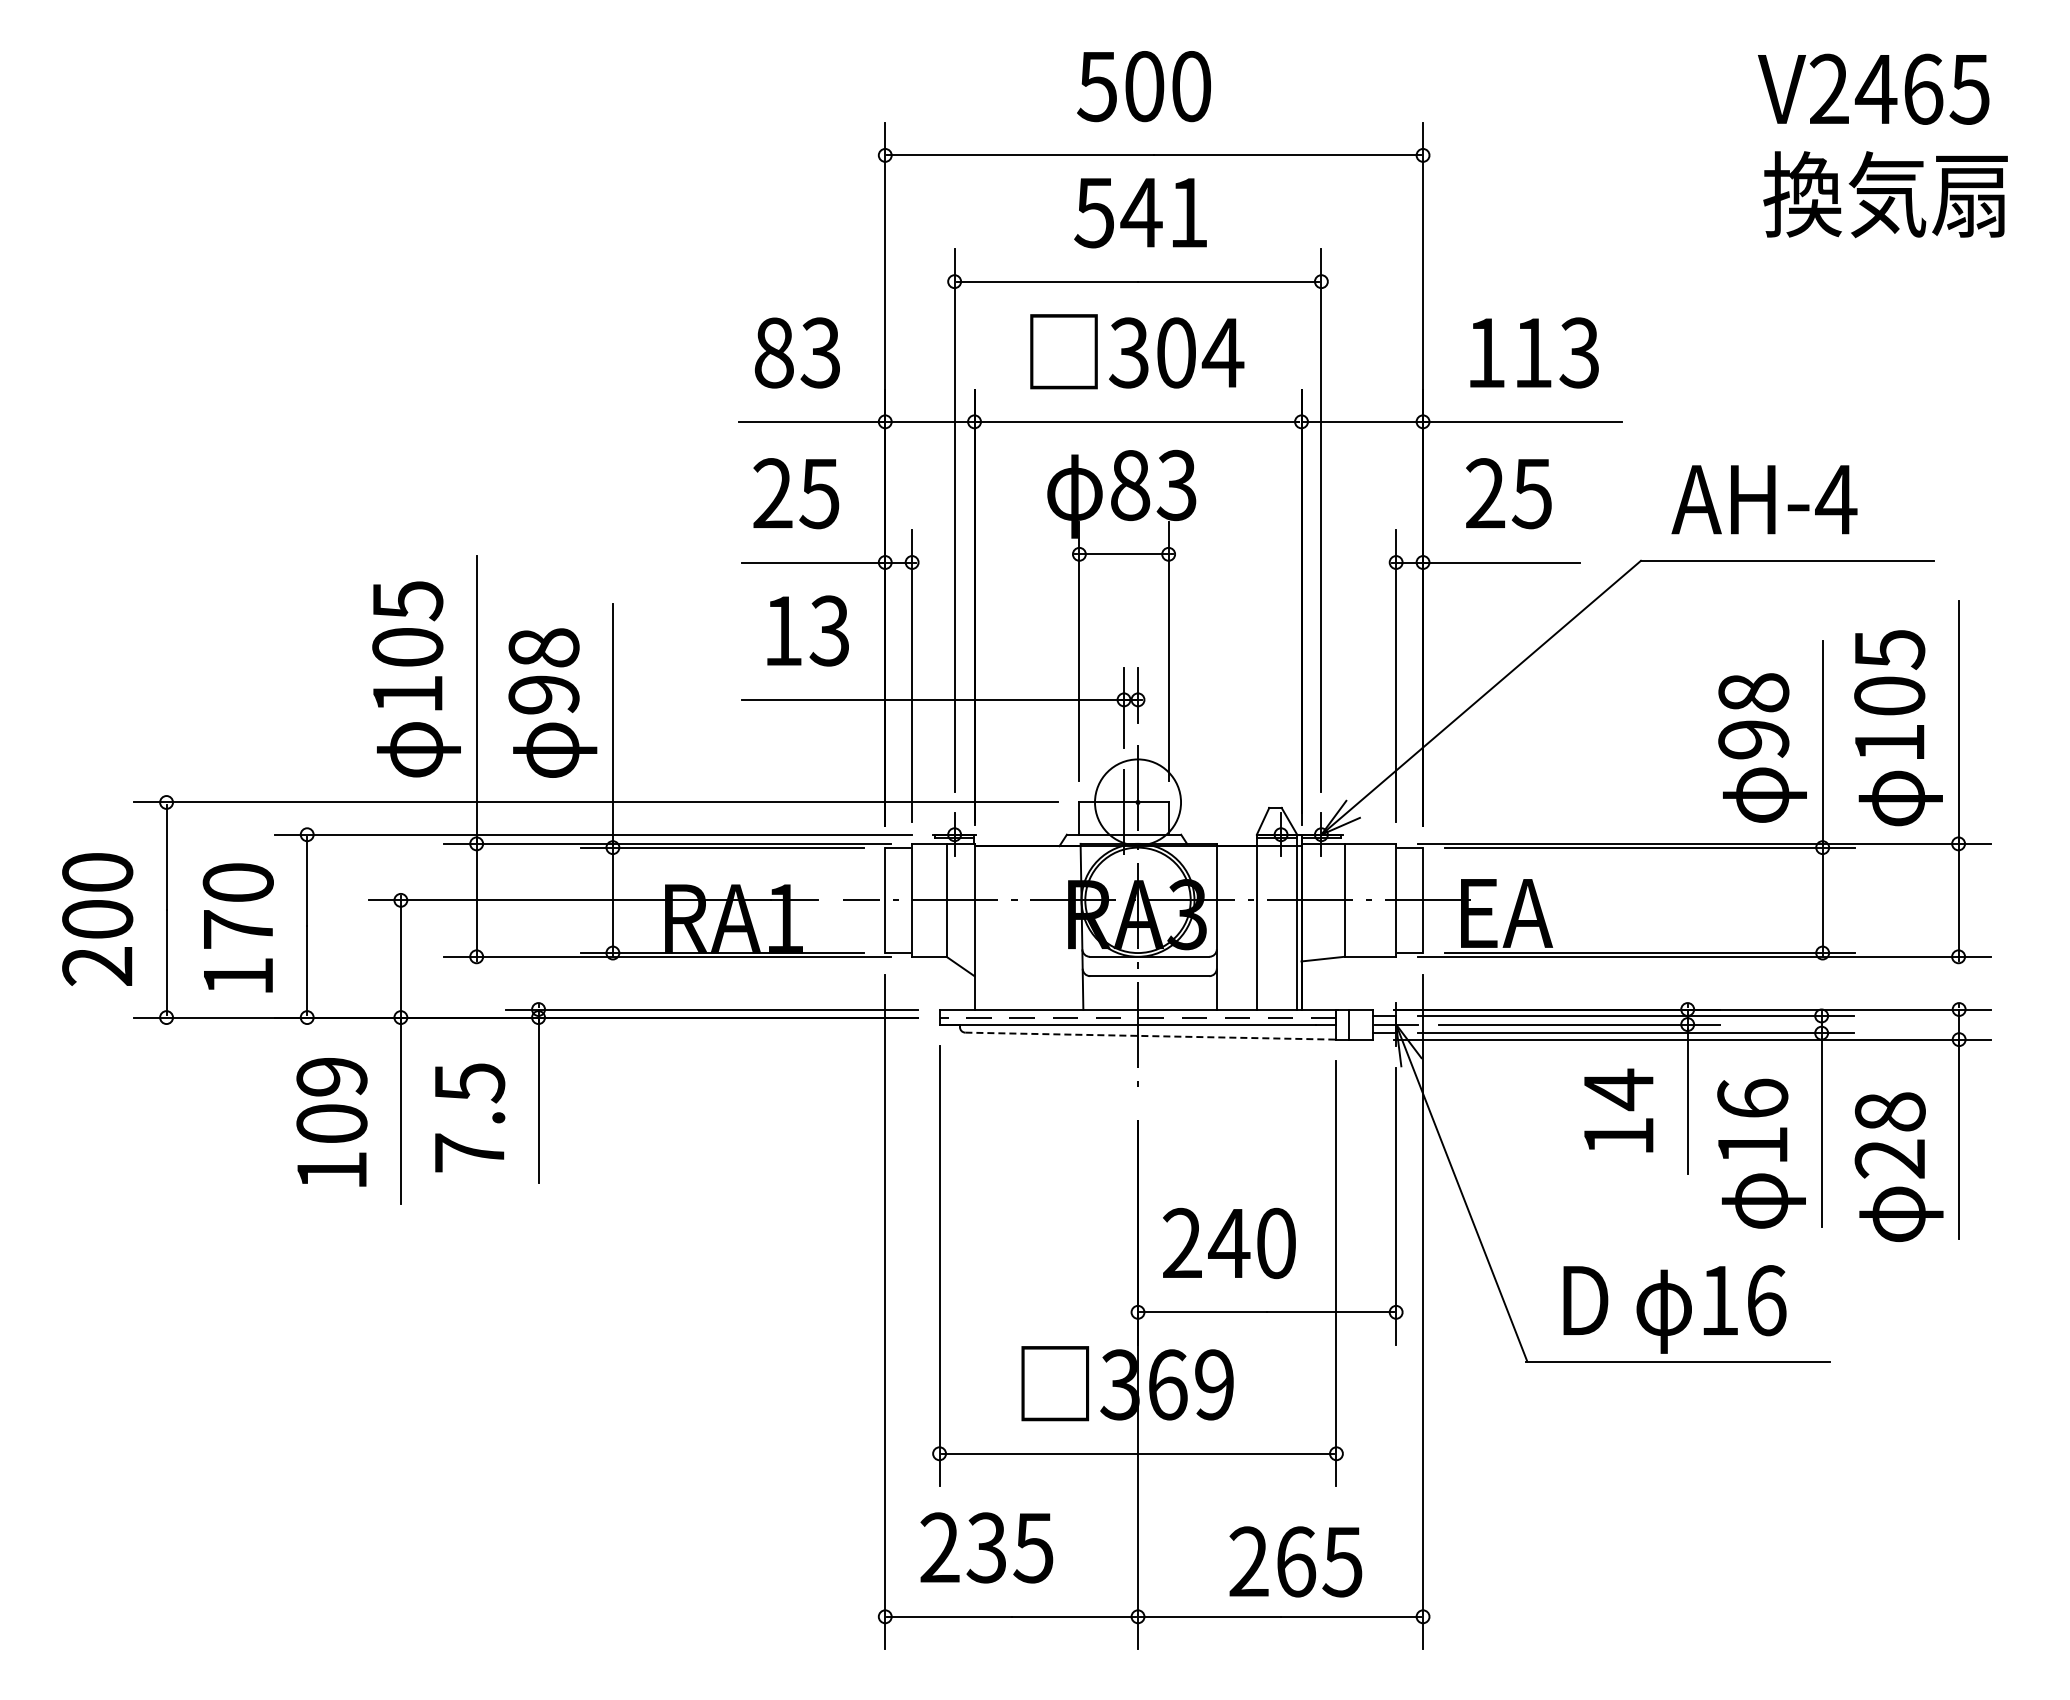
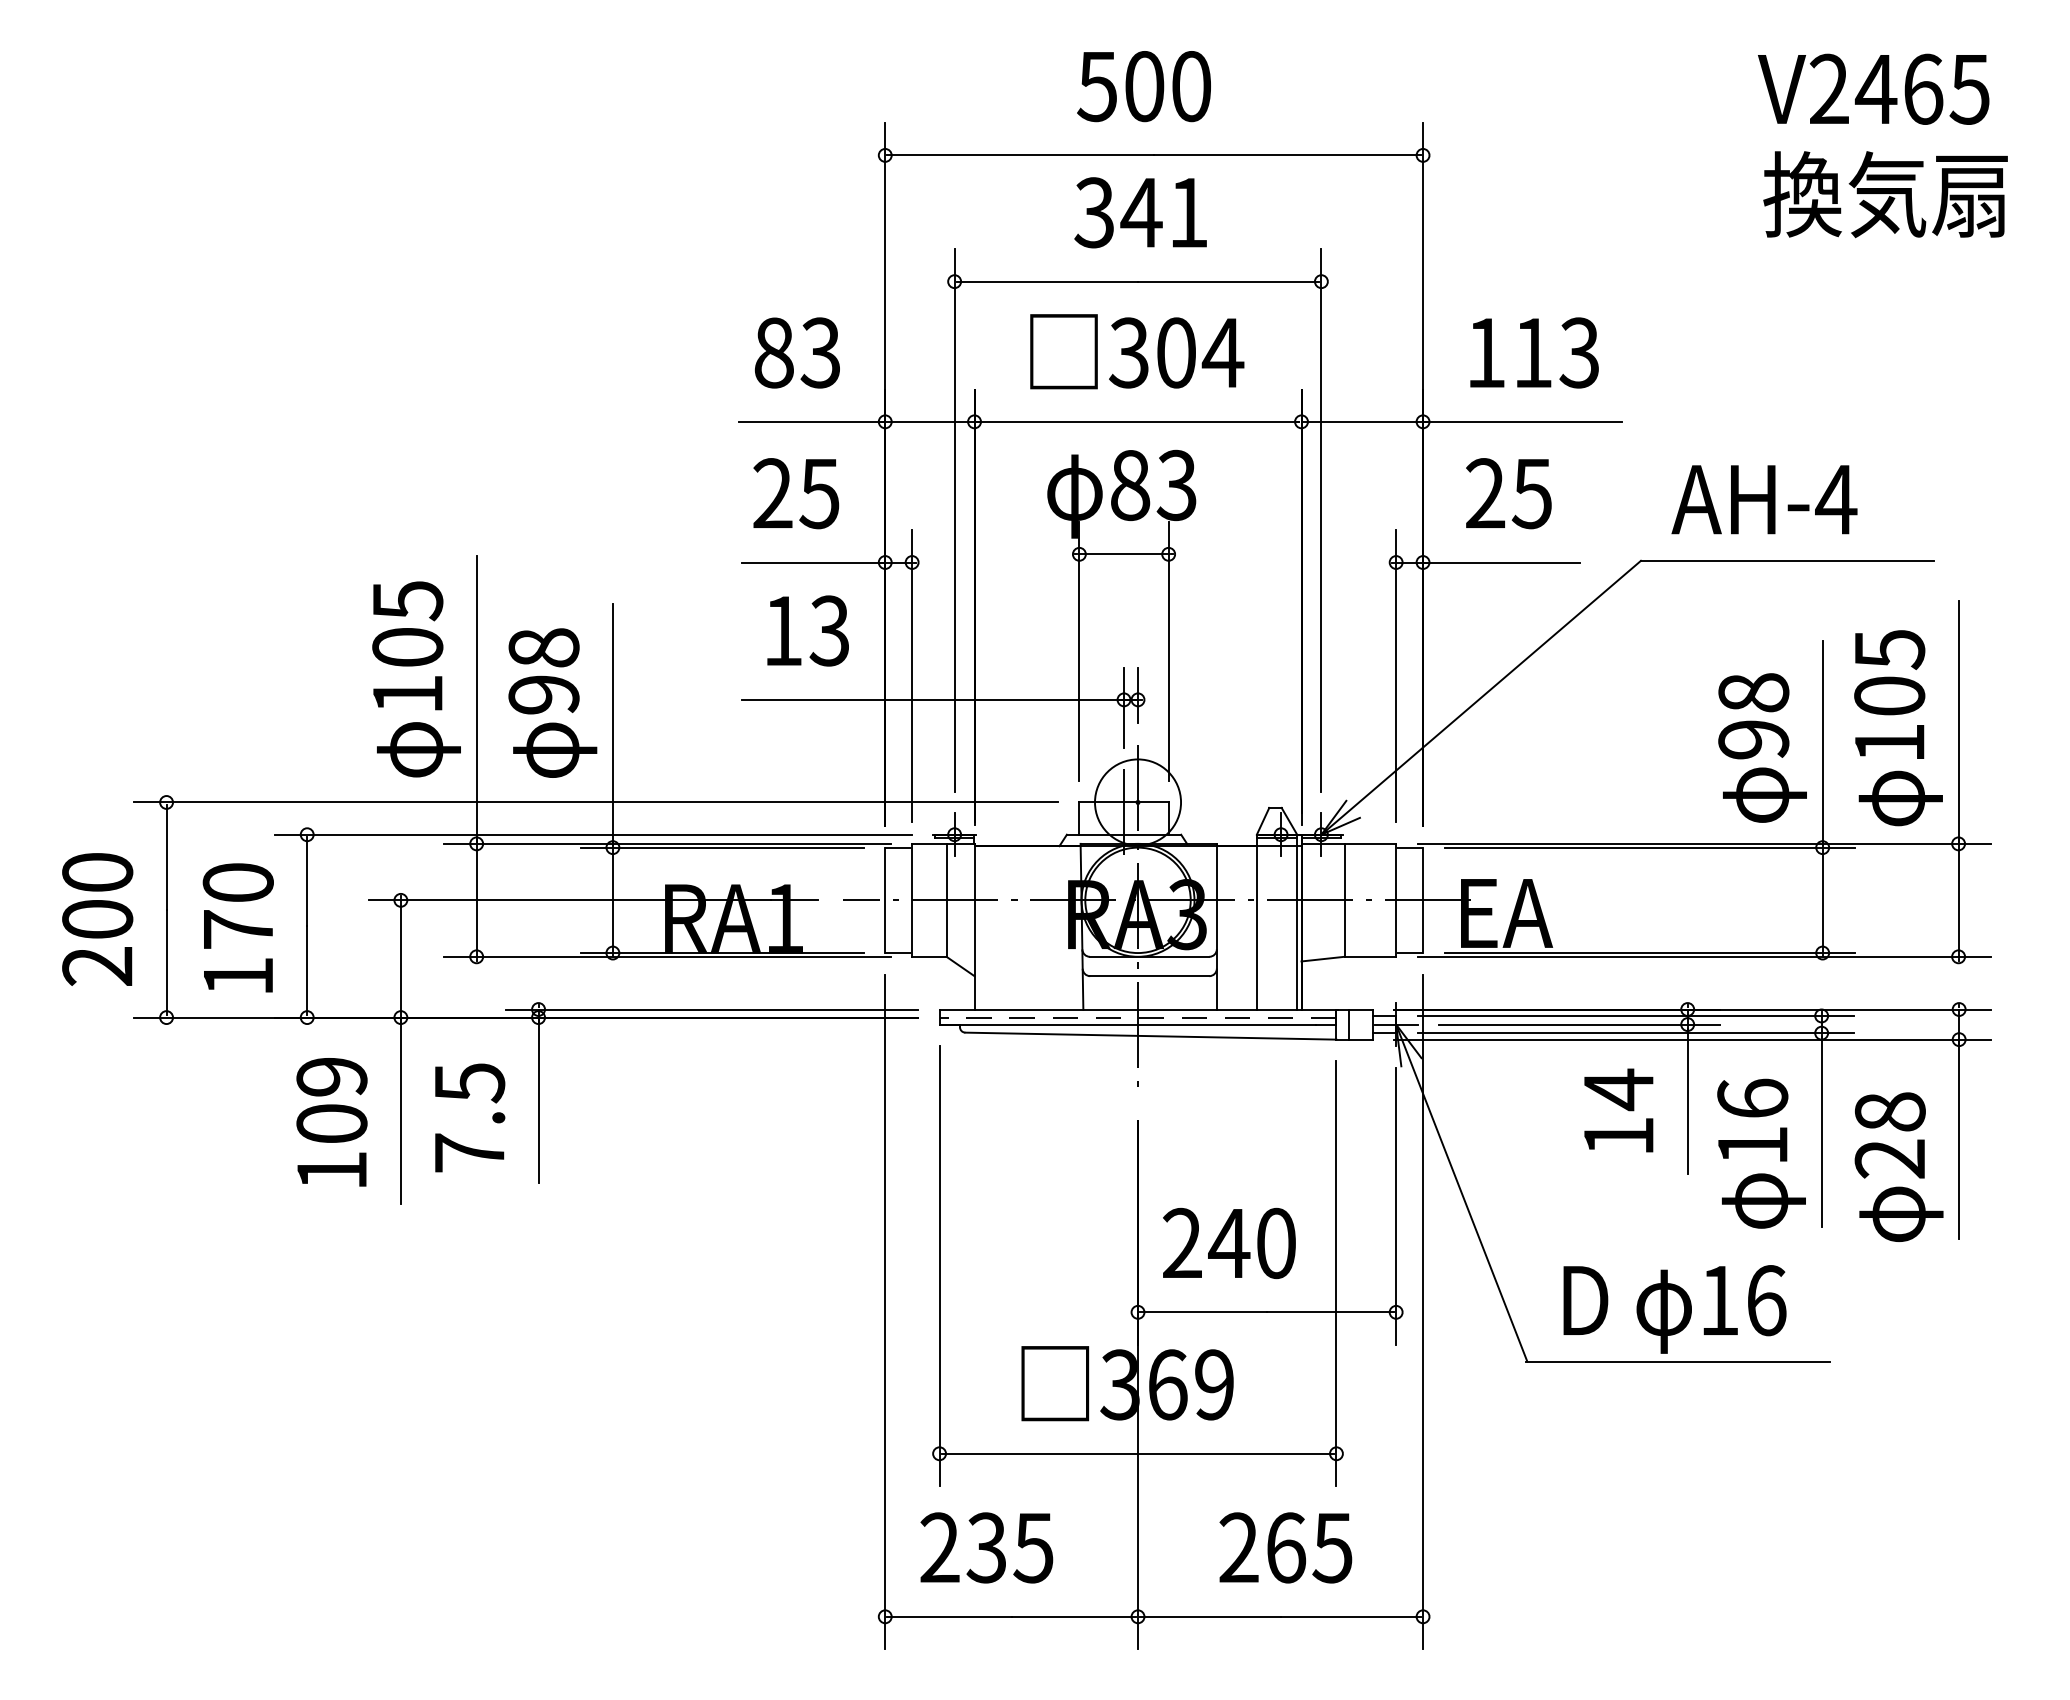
text at (1093, 212): 541 -> 341
line at (1150, 1036): dashed -> solid
text at (1295, 1561) position: (1295, 1561) -> (1285, 1547)
